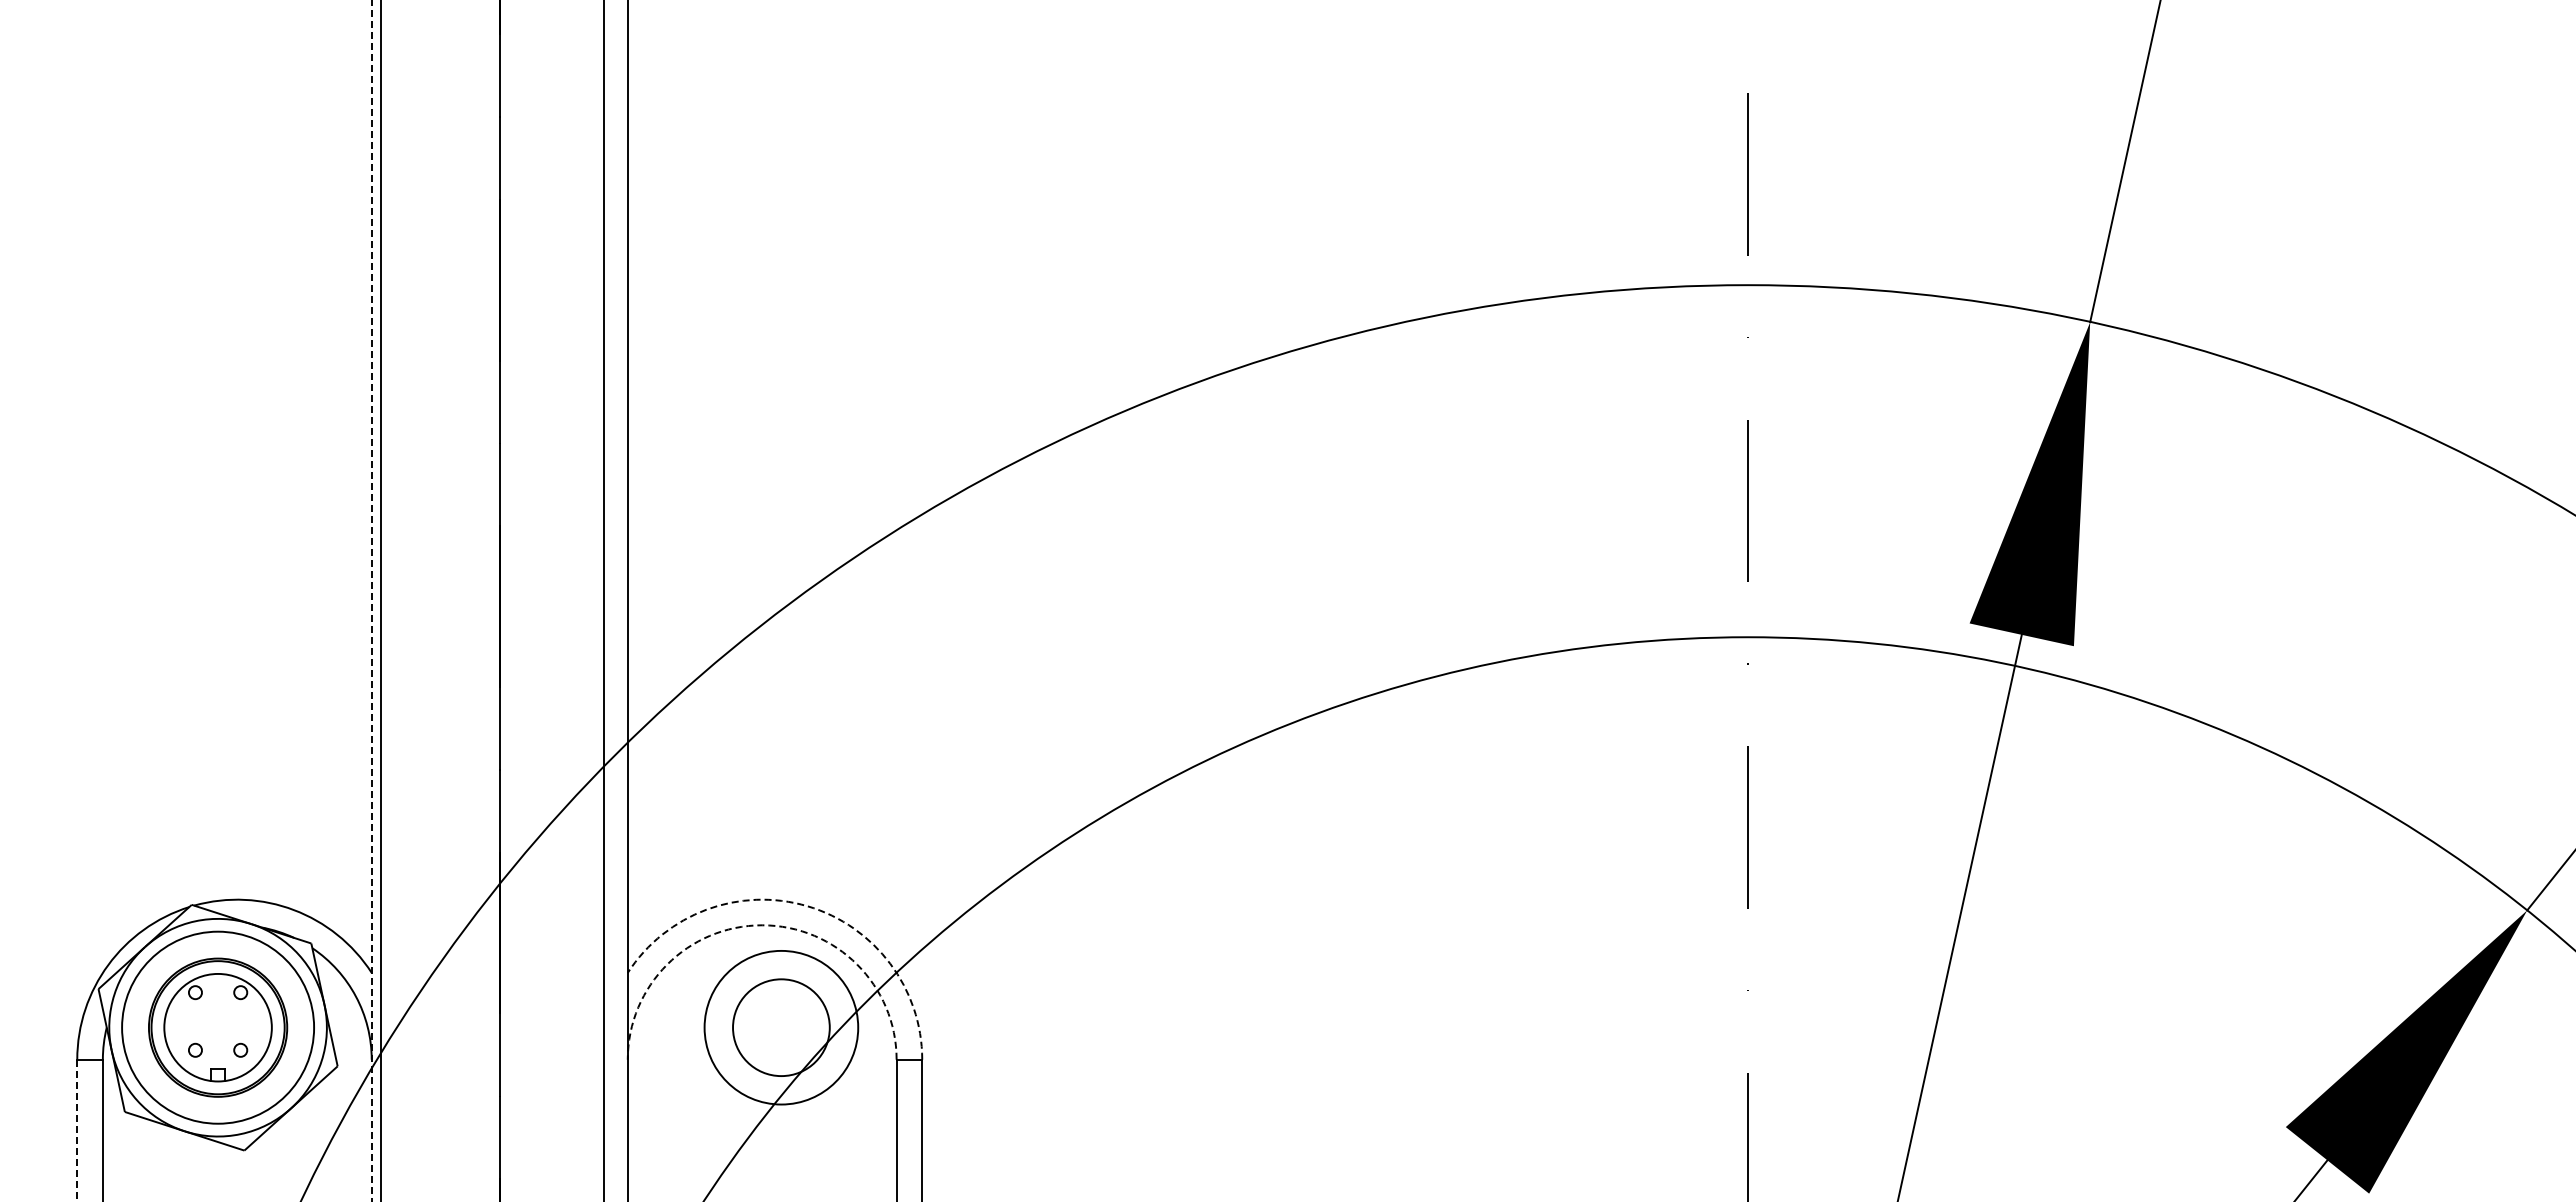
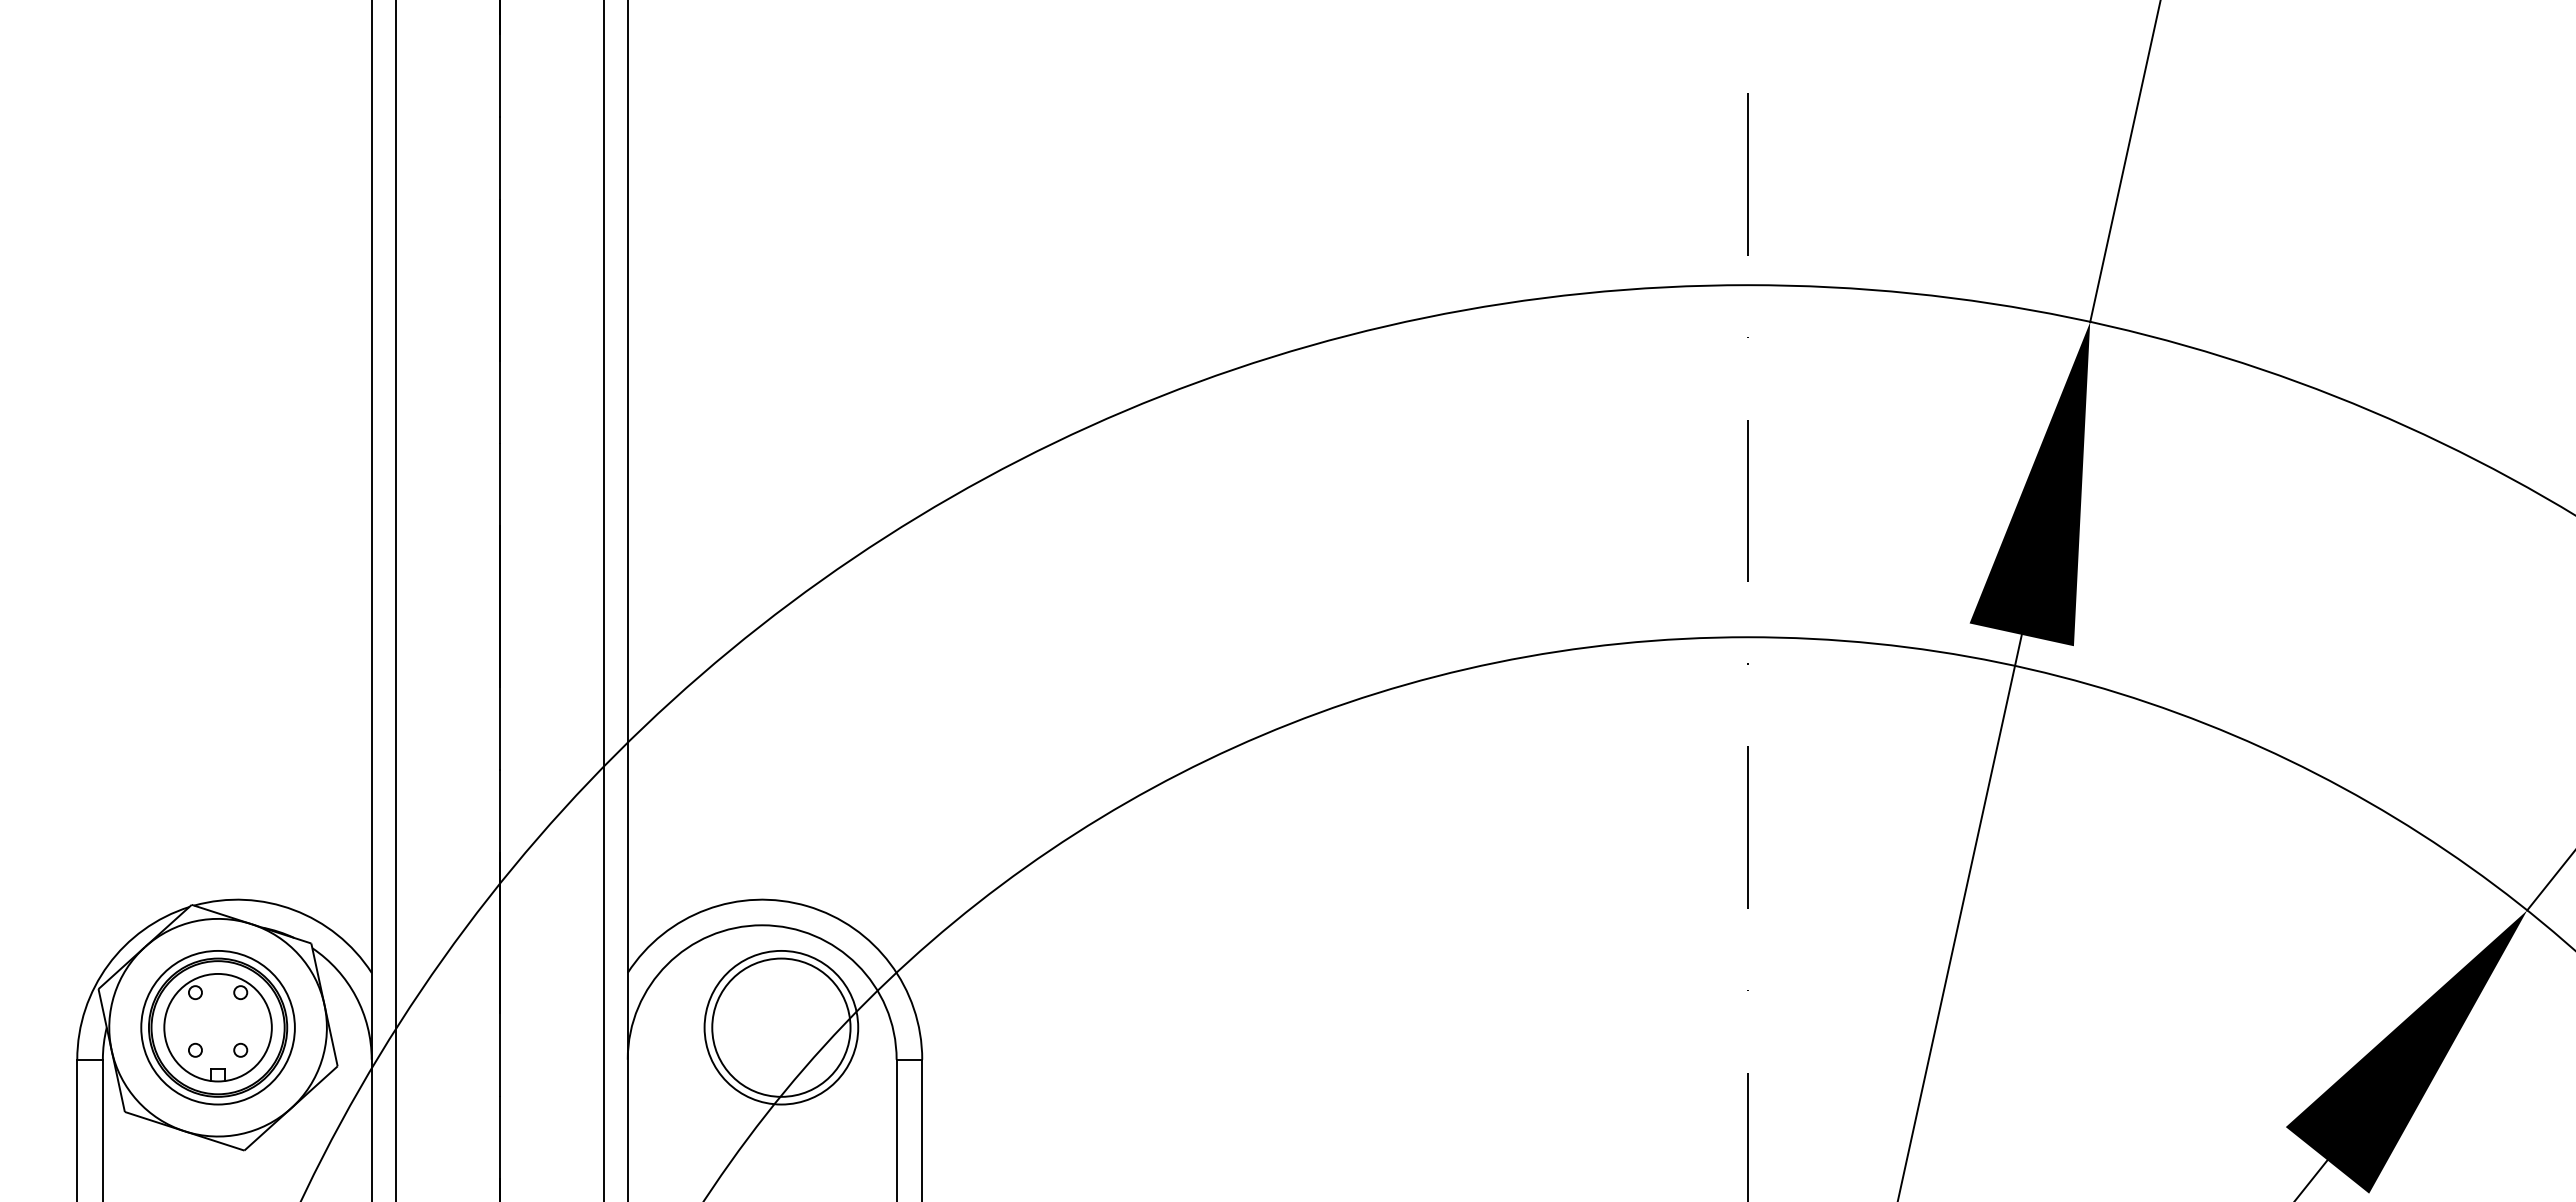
line at (381, 600) position: (381, 600) -> (396, 600)
line at (371, 601): dashed -> solid
arc at (807, 906): dashed -> solid
arc at (762, 925): dashed -> solid
circle at (218, 1027) diameter: 192 px -> 154 px
circle at (781, 1027) diameter: 97 px -> 138 px
line at (77, 1130): dashed -> solid
